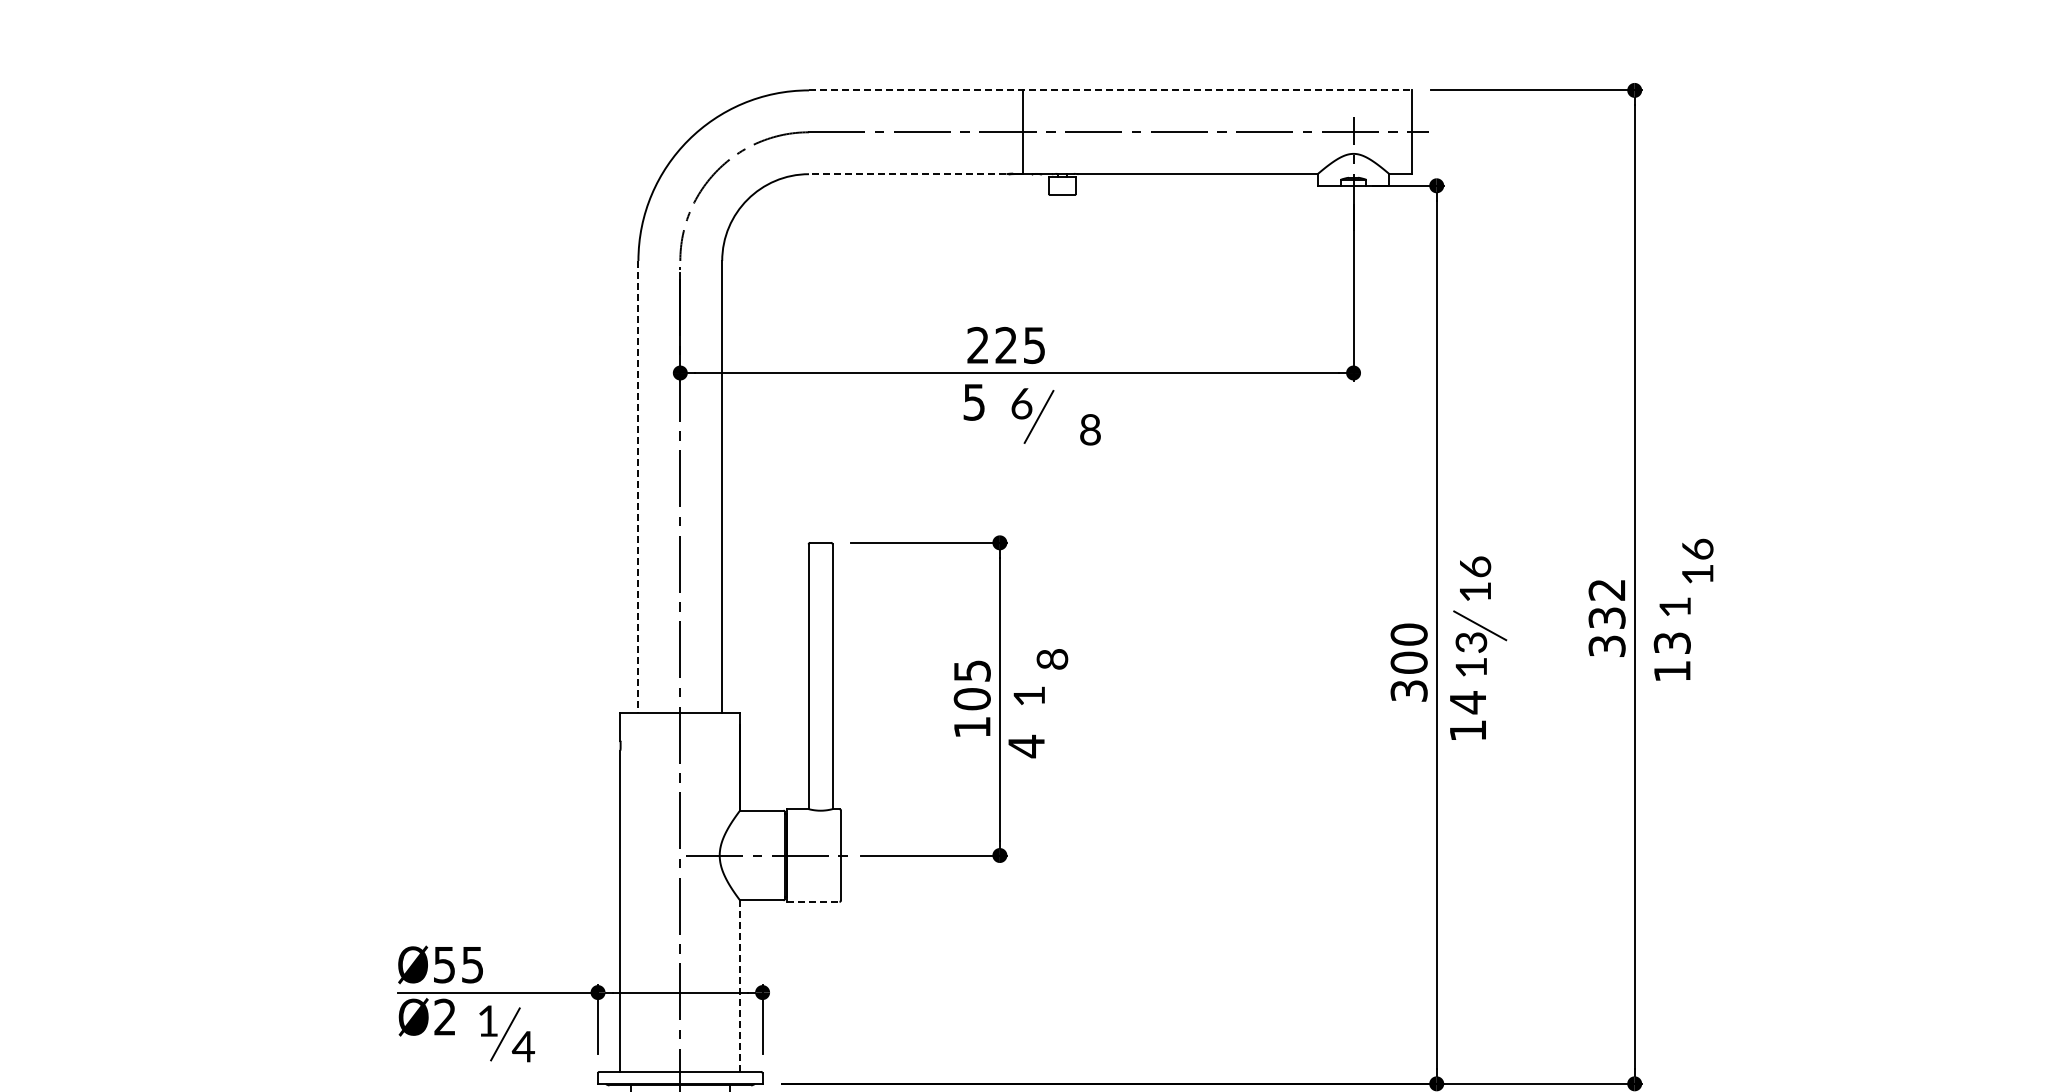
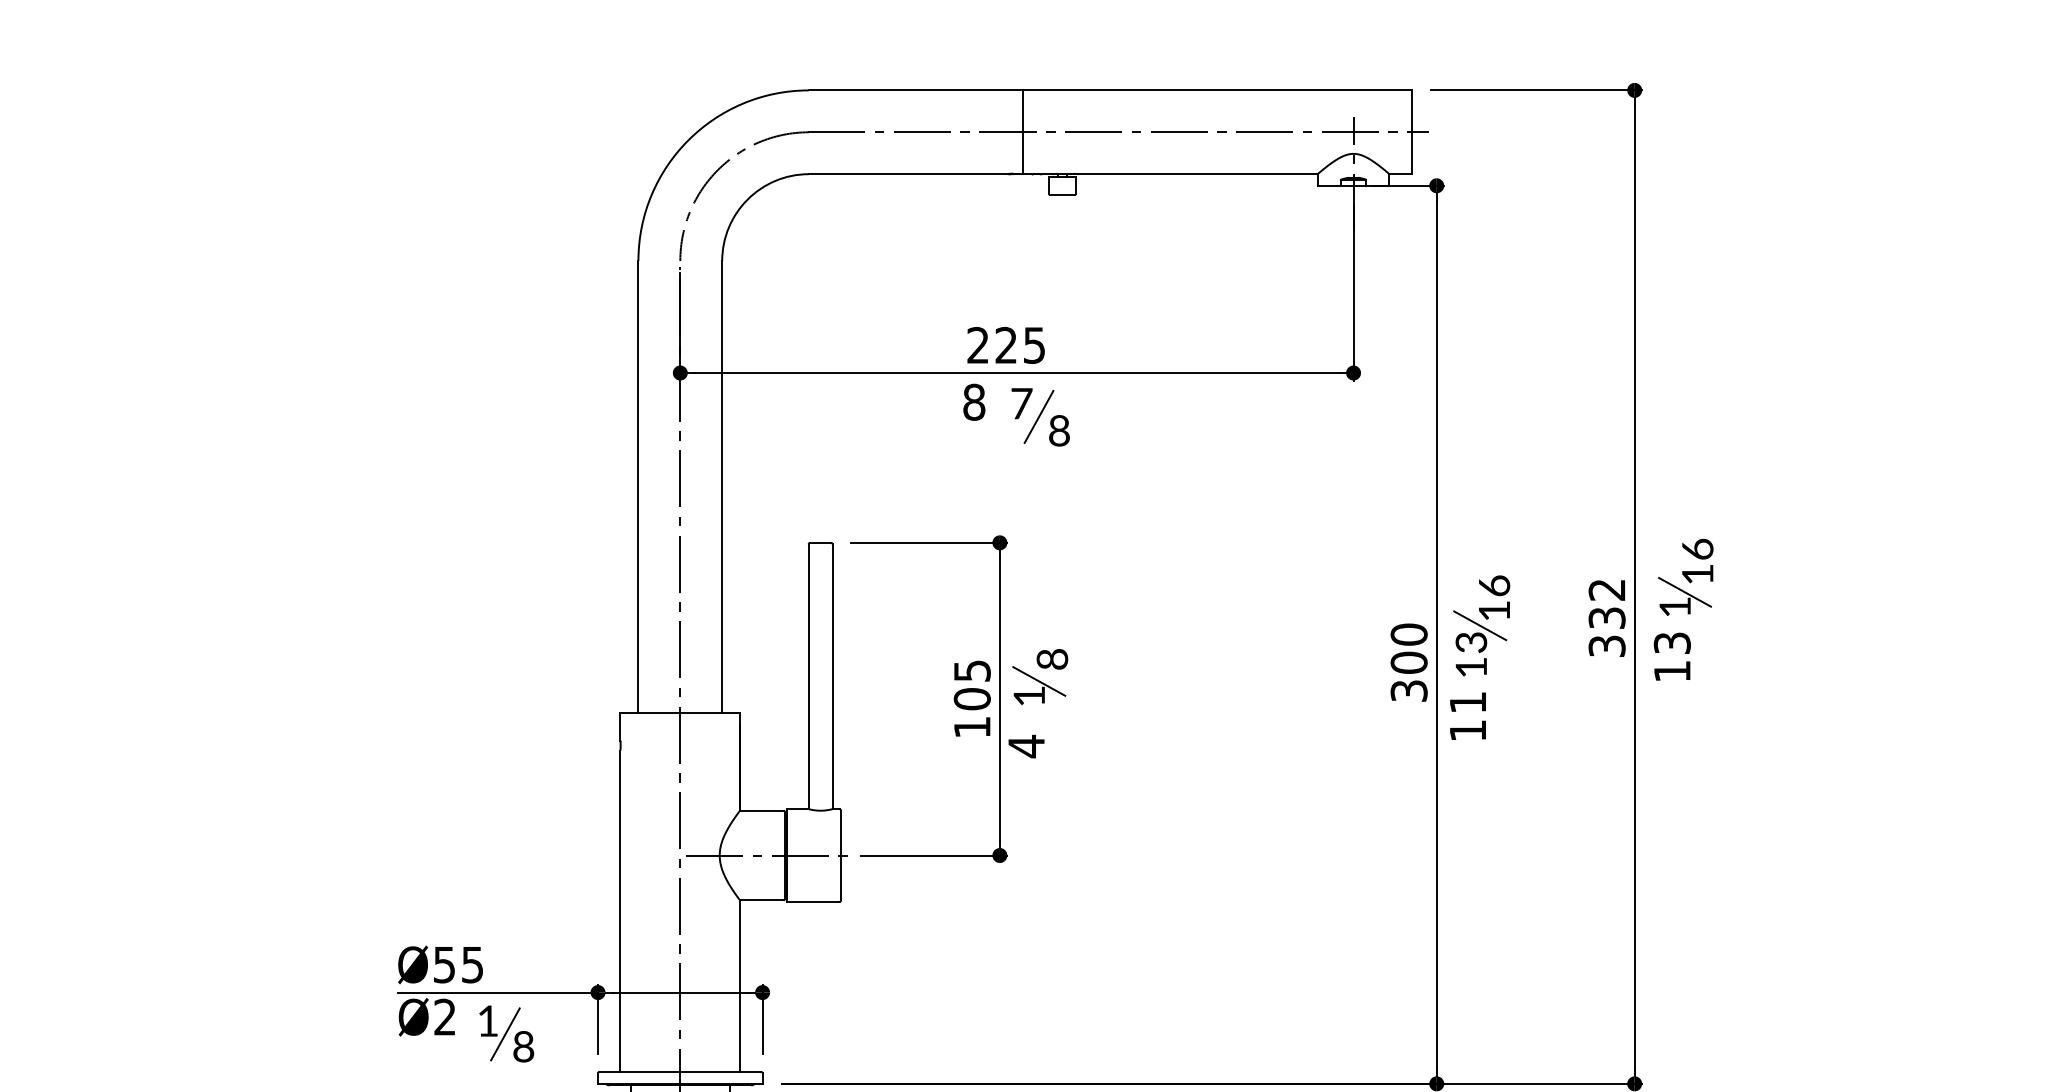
line at (1110, 90): dashed -> solid
line at (907, 174): dashed -> solid
text at (974, 401): 5 -> 8
text at (1021, 403): 6 -> 7
text at (1090, 429) position: (1090, 429) -> (1059, 430)
line at (638, 486): dashed -> solid
text at (1475, 578) position: (1475, 578) -> (1494, 597)
line at (1685, 592): none -> present
line at (1039, 681): none -> present
text at (1467, 702): 14 -> 11
line at (813, 901): dashed -> solid
line at (740, 986): dashed -> solid
text at (523, 1046): 4 -> 8
